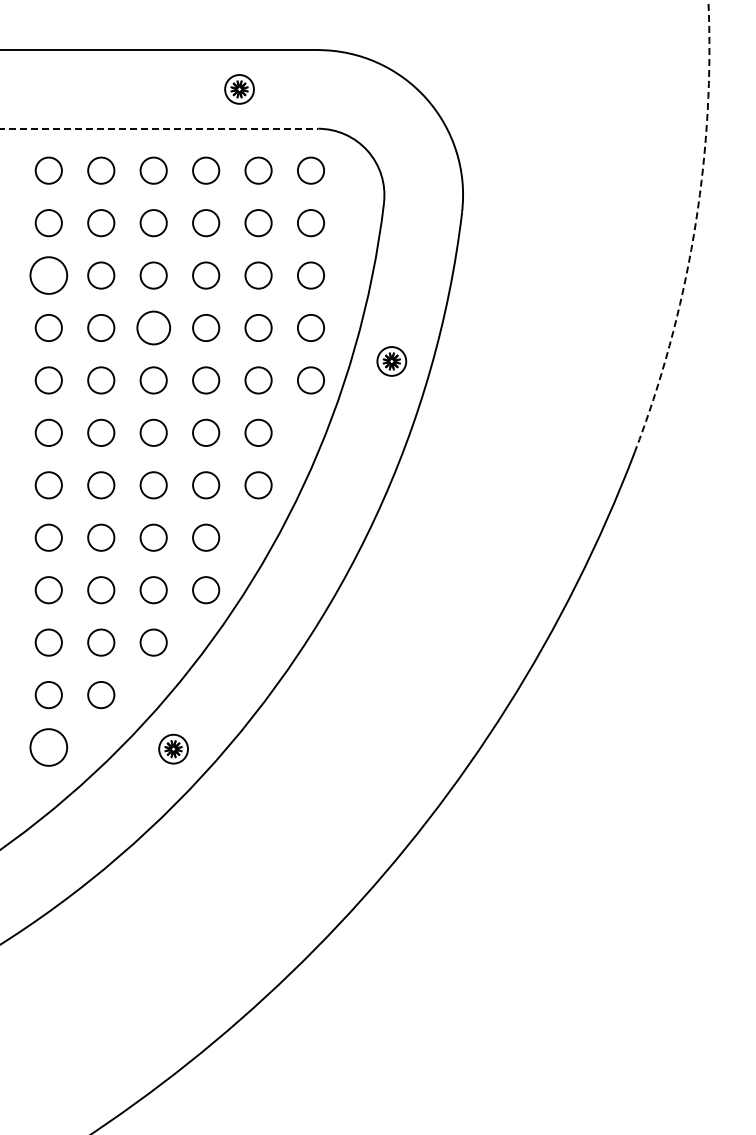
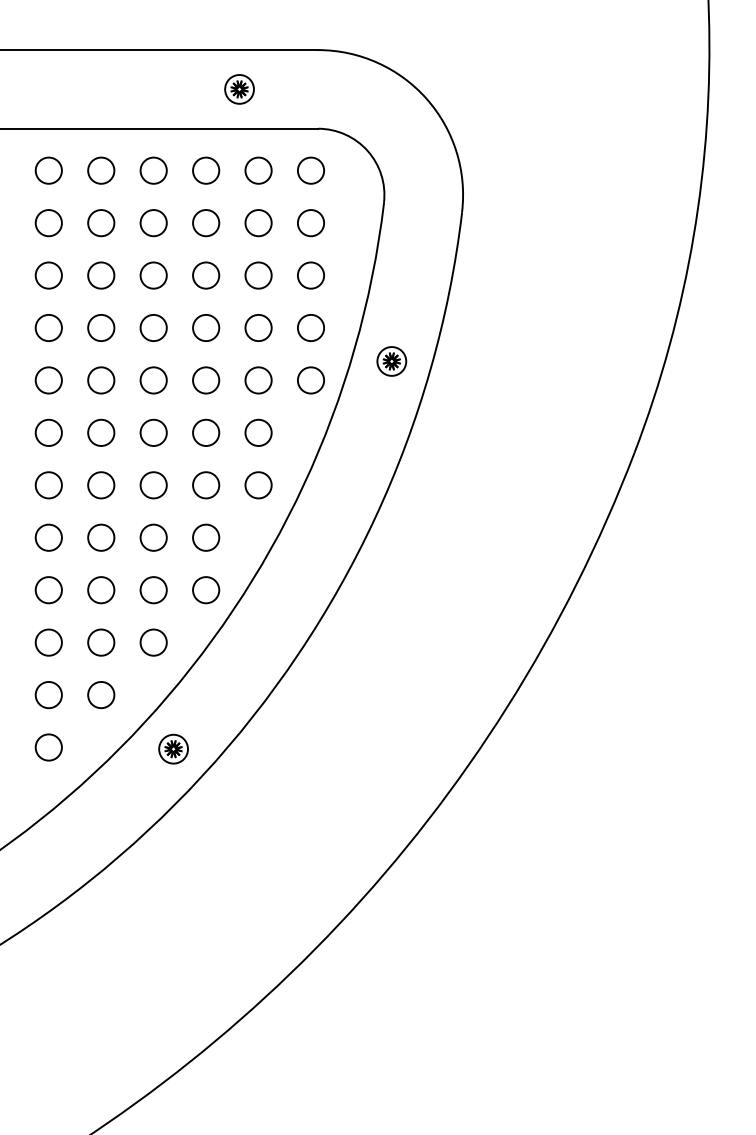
line at (159, 128): dashed -> solid
arc at (694, 232): dashed -> solid
circle at (48, 275) diameter: 37 px -> 26 px
circle at (153, 327) size: 35x36 px -> 29x28 px
circle at (48, 747) diameter: 37 px -> 26 px
